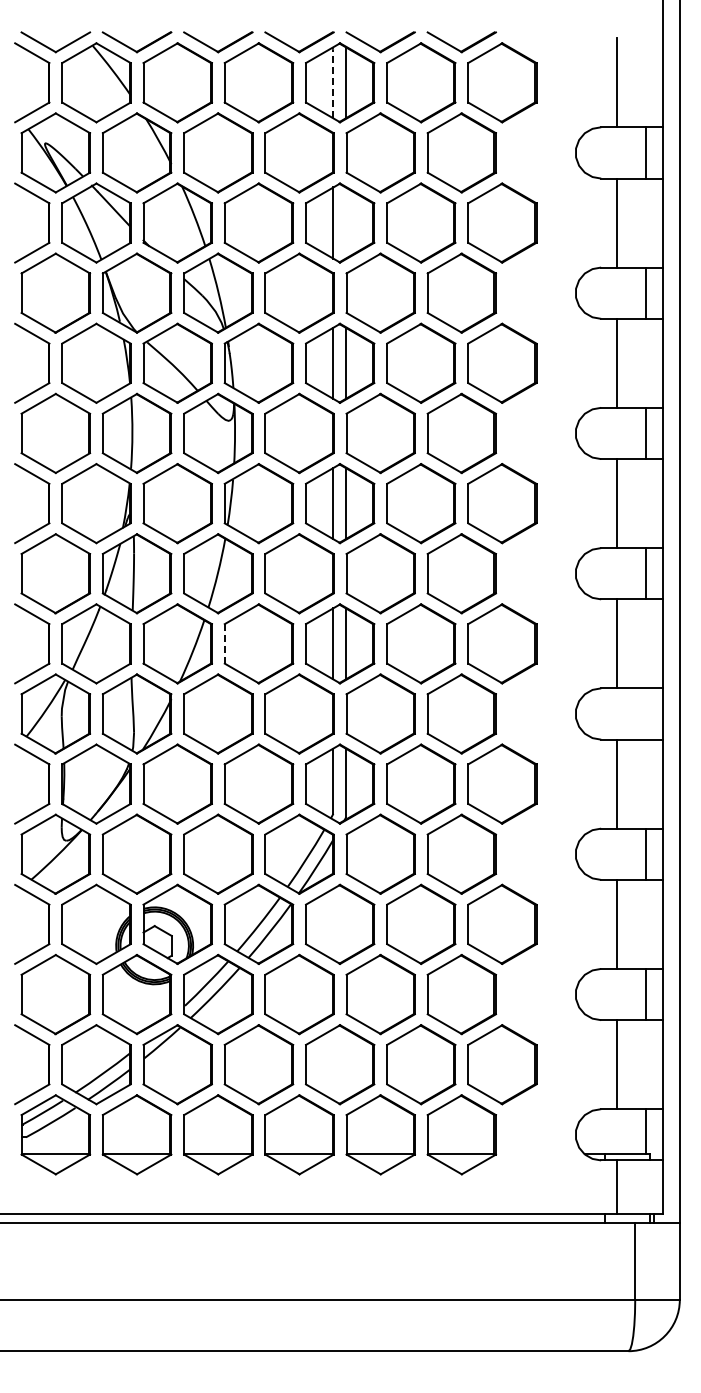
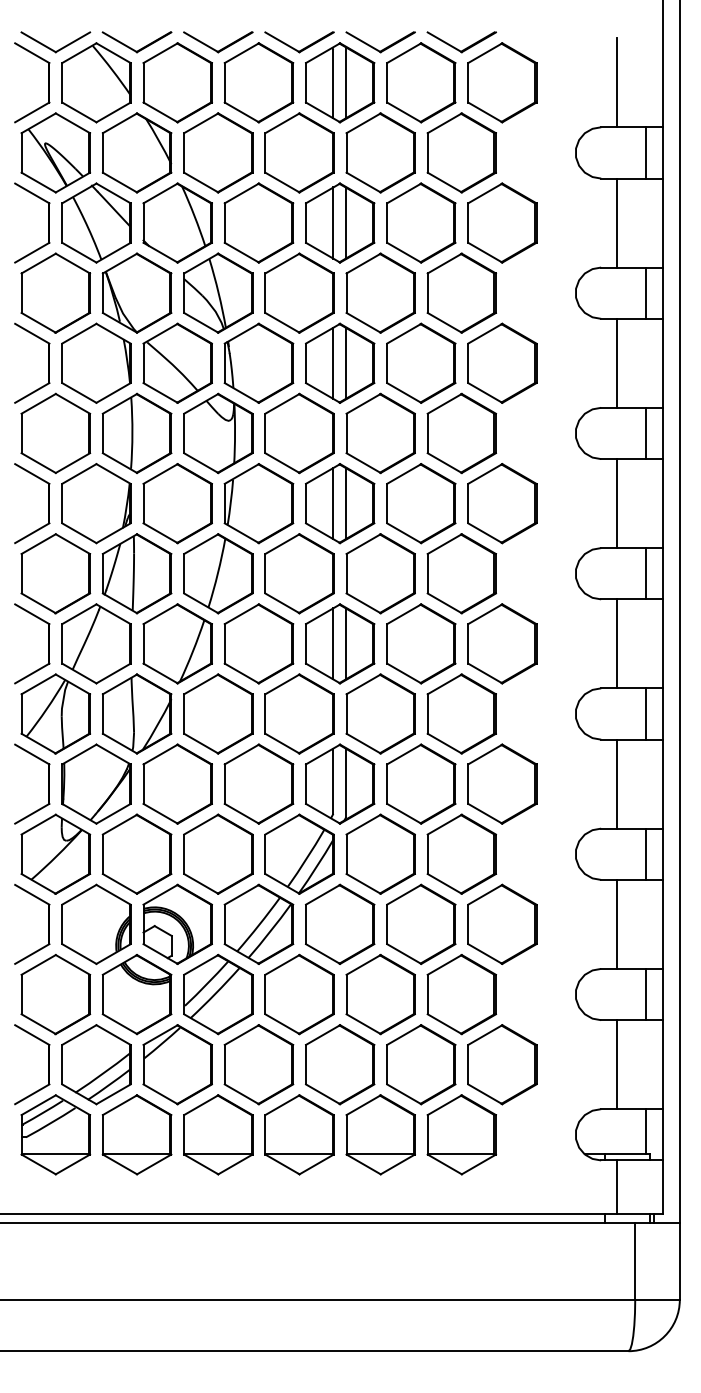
line at (333, 83): dashed -> solid
line at (346, 222): none -> present
line at (224, 643): dashed -> solid
line at (645, 713): none -> present
